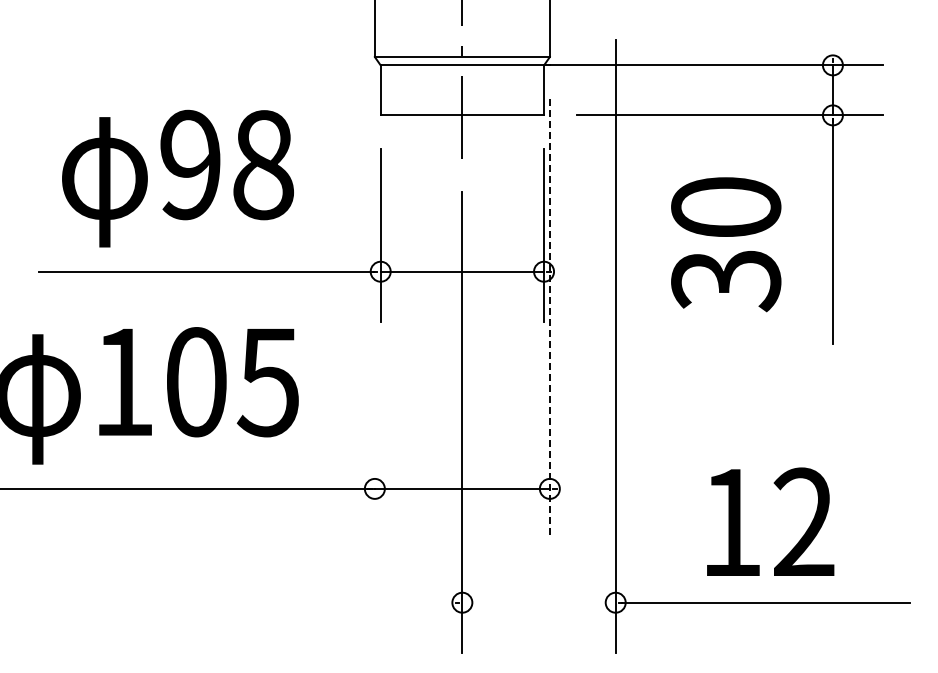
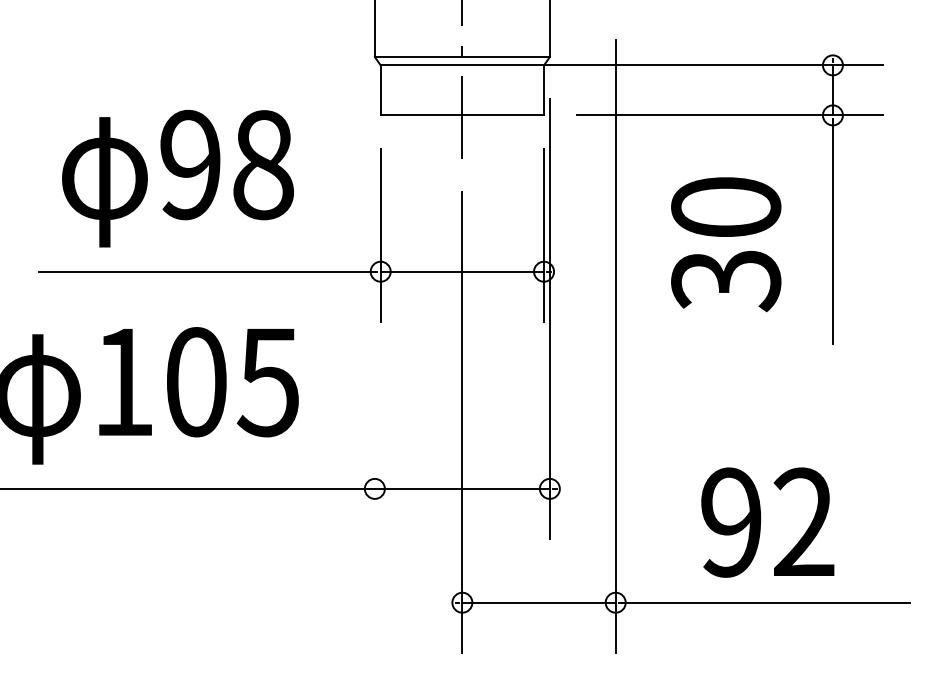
line at (549, 319): dashed -> solid
text at (731, 522): 12 -> 92
line at (538, 602): none -> present
